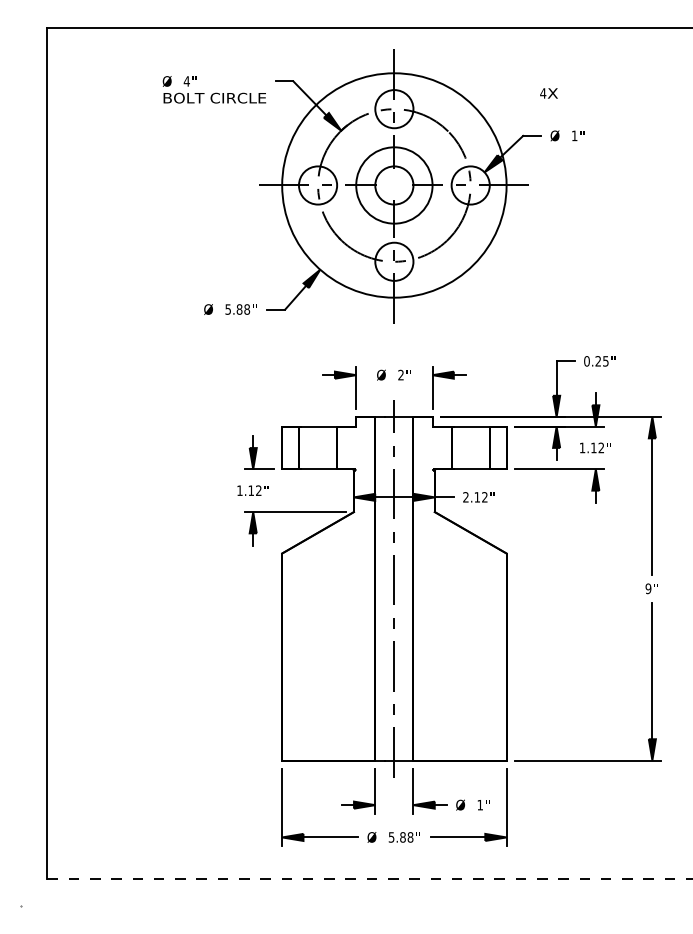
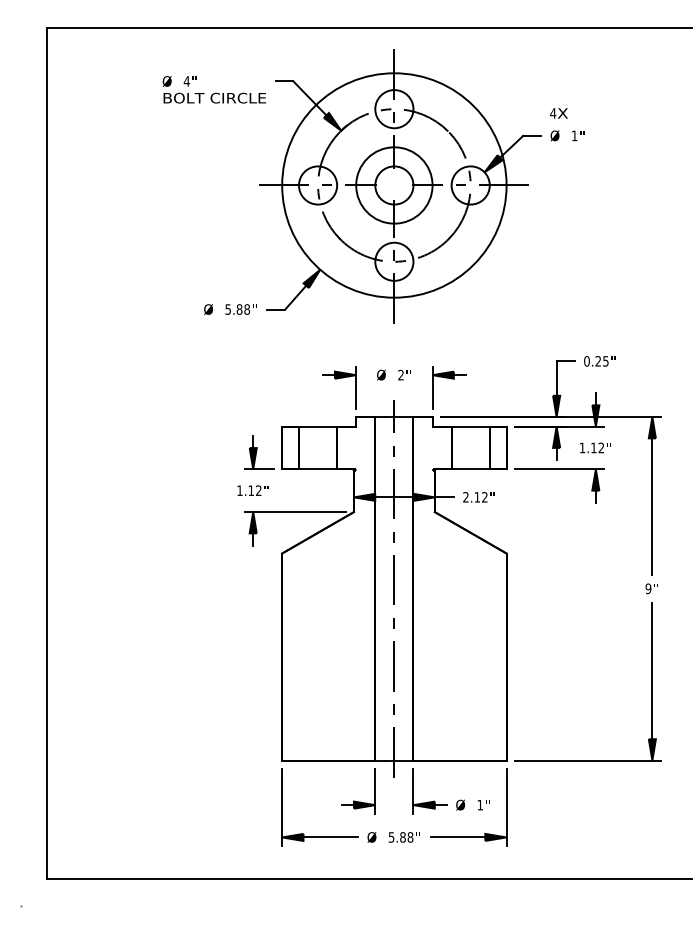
text at (548, 93) position: (548, 93) -> (558, 113)
line at (370, 879): dashed -> solid
